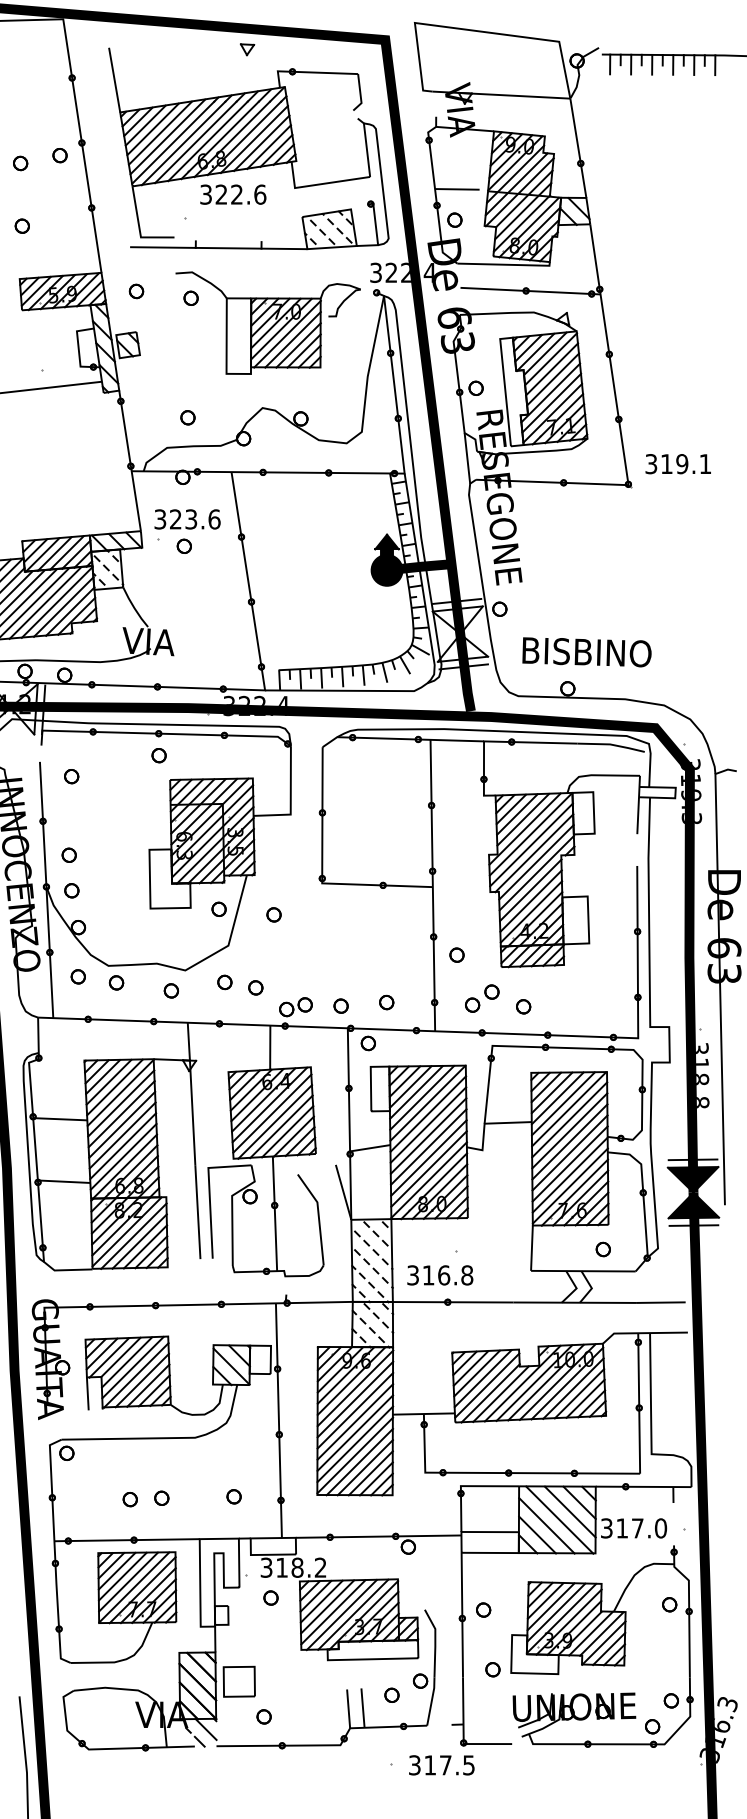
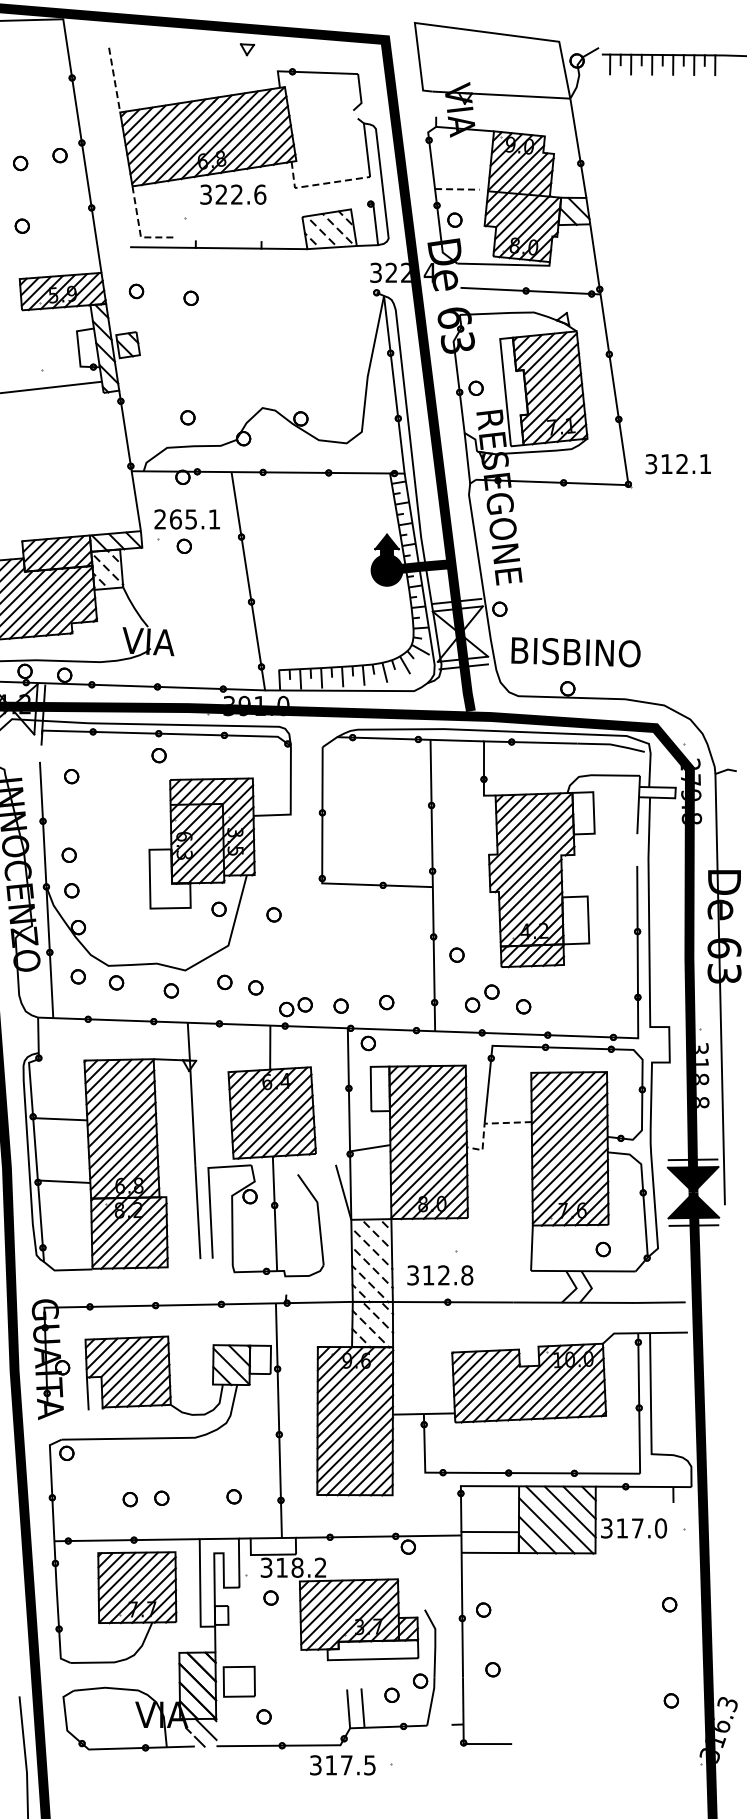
line at (114, 80): solid -> dashed
line at (318, 184): solid -> dashed
line at (457, 189): solid -> dashed
line at (139, 229): solid -> dashed
part at (267, 322): present -> none
text at (682, 464): 319.1 -> 312.1
text at (187, 519): 323.6 -> 265.1
text at (586, 652) position: (586, 652) -> (575, 652)
text at (263, 705): 322.4 -> 391.0
text at (690, 791): 319.3 -> 279.8
line at (485, 1123): solid -> dashed
text at (444, 1275): 316.8 -> 312.8
part at (601, 1646): present -> none
text at (441, 1765) position: (441, 1765) -> (342, 1765)
